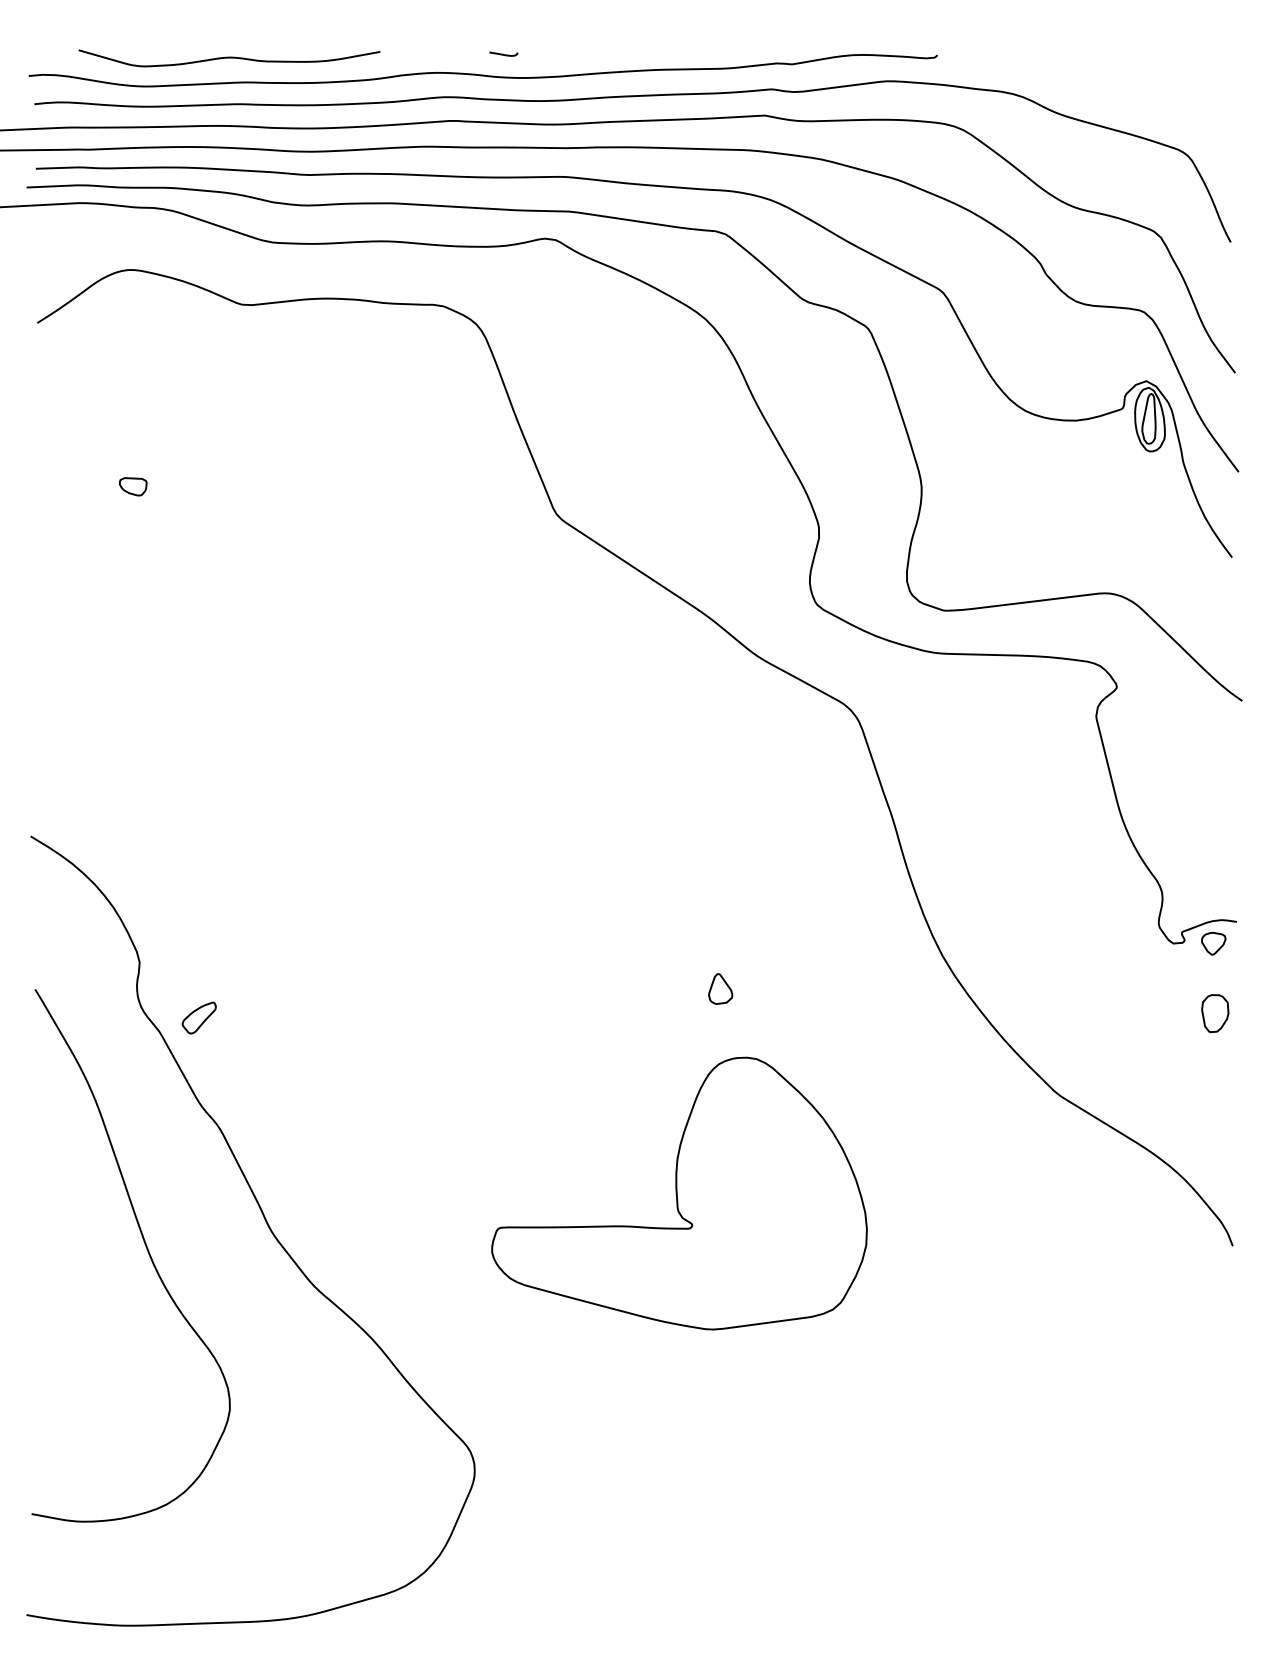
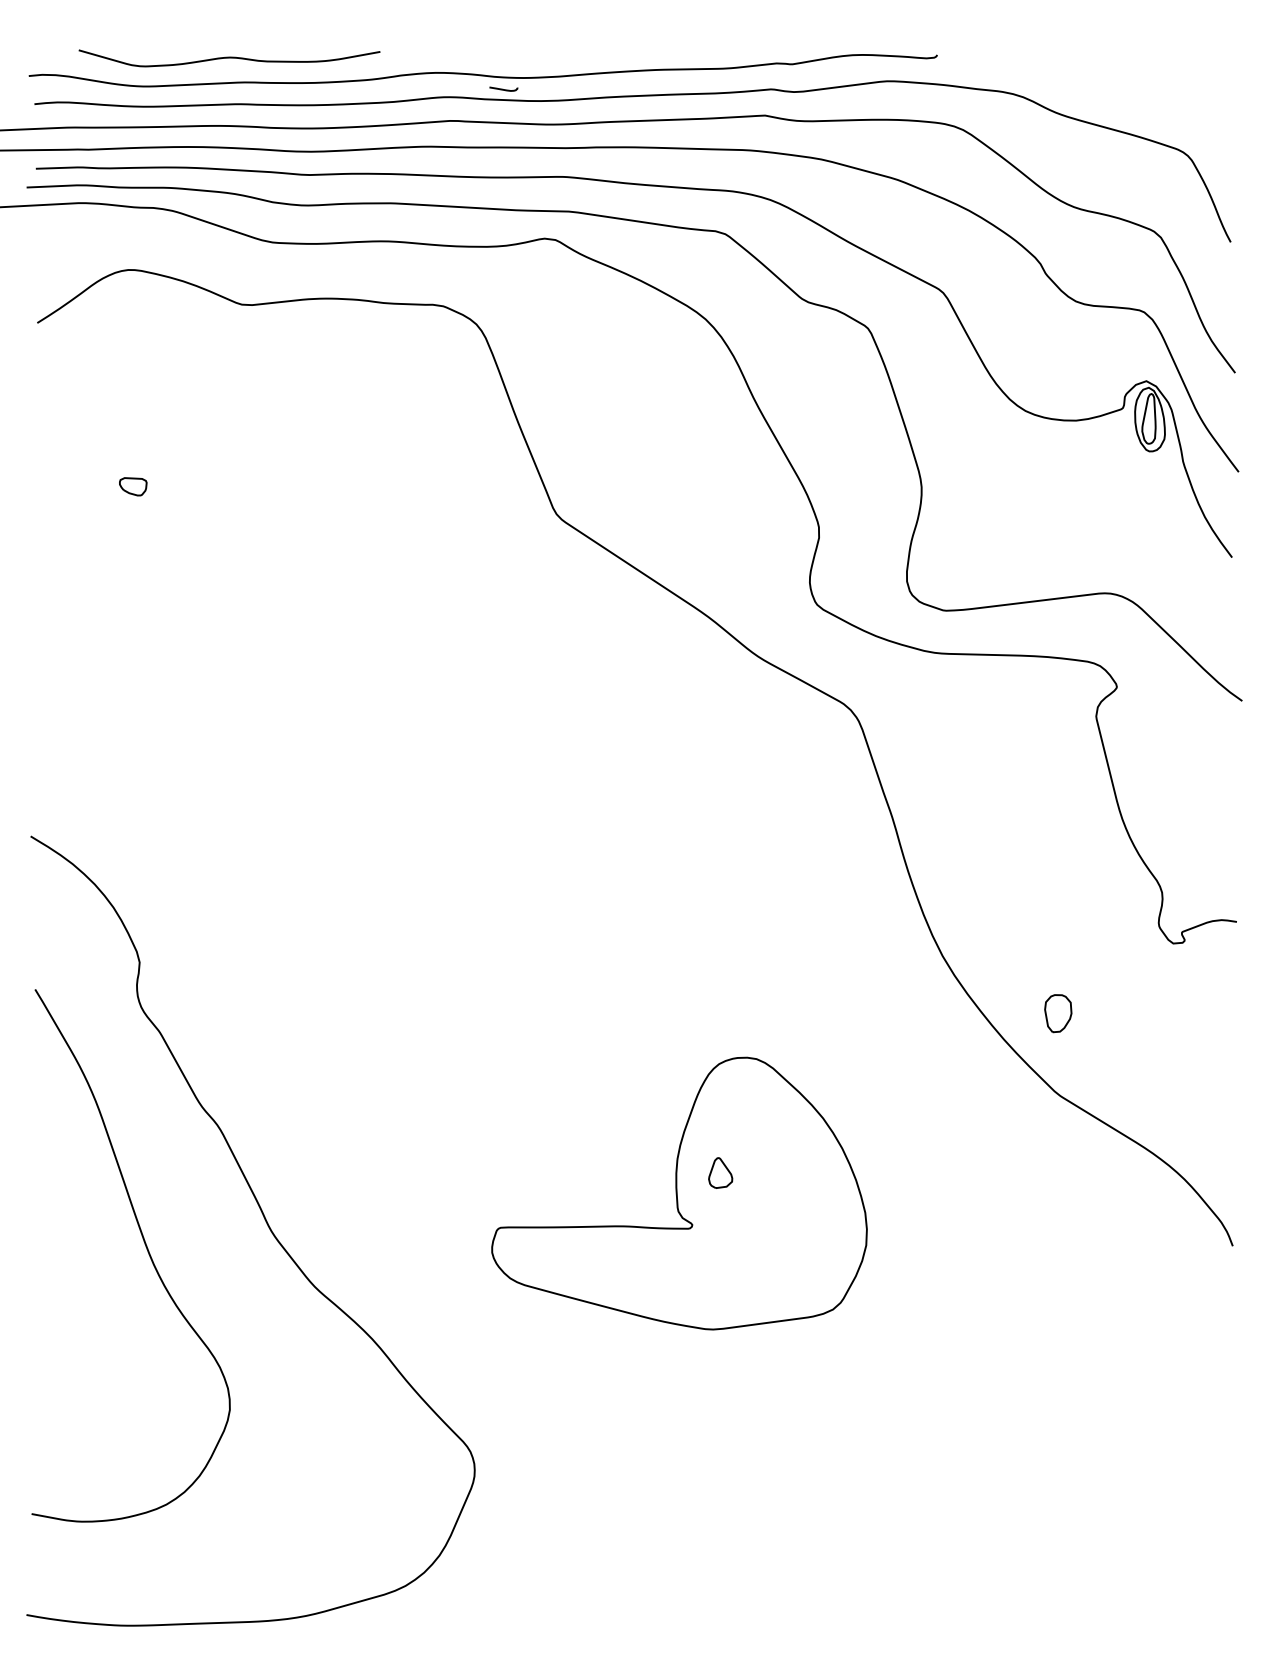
curve at (502, 53) position: (502, 53) -> (502, 88)
part at (1213, 943): present -> none
part at (720, 988) position: (720, 988) -> (720, 1172)
part at (1215, 1013) position: (1215, 1013) -> (1058, 1013)
part at (198, 1017): present -> none
